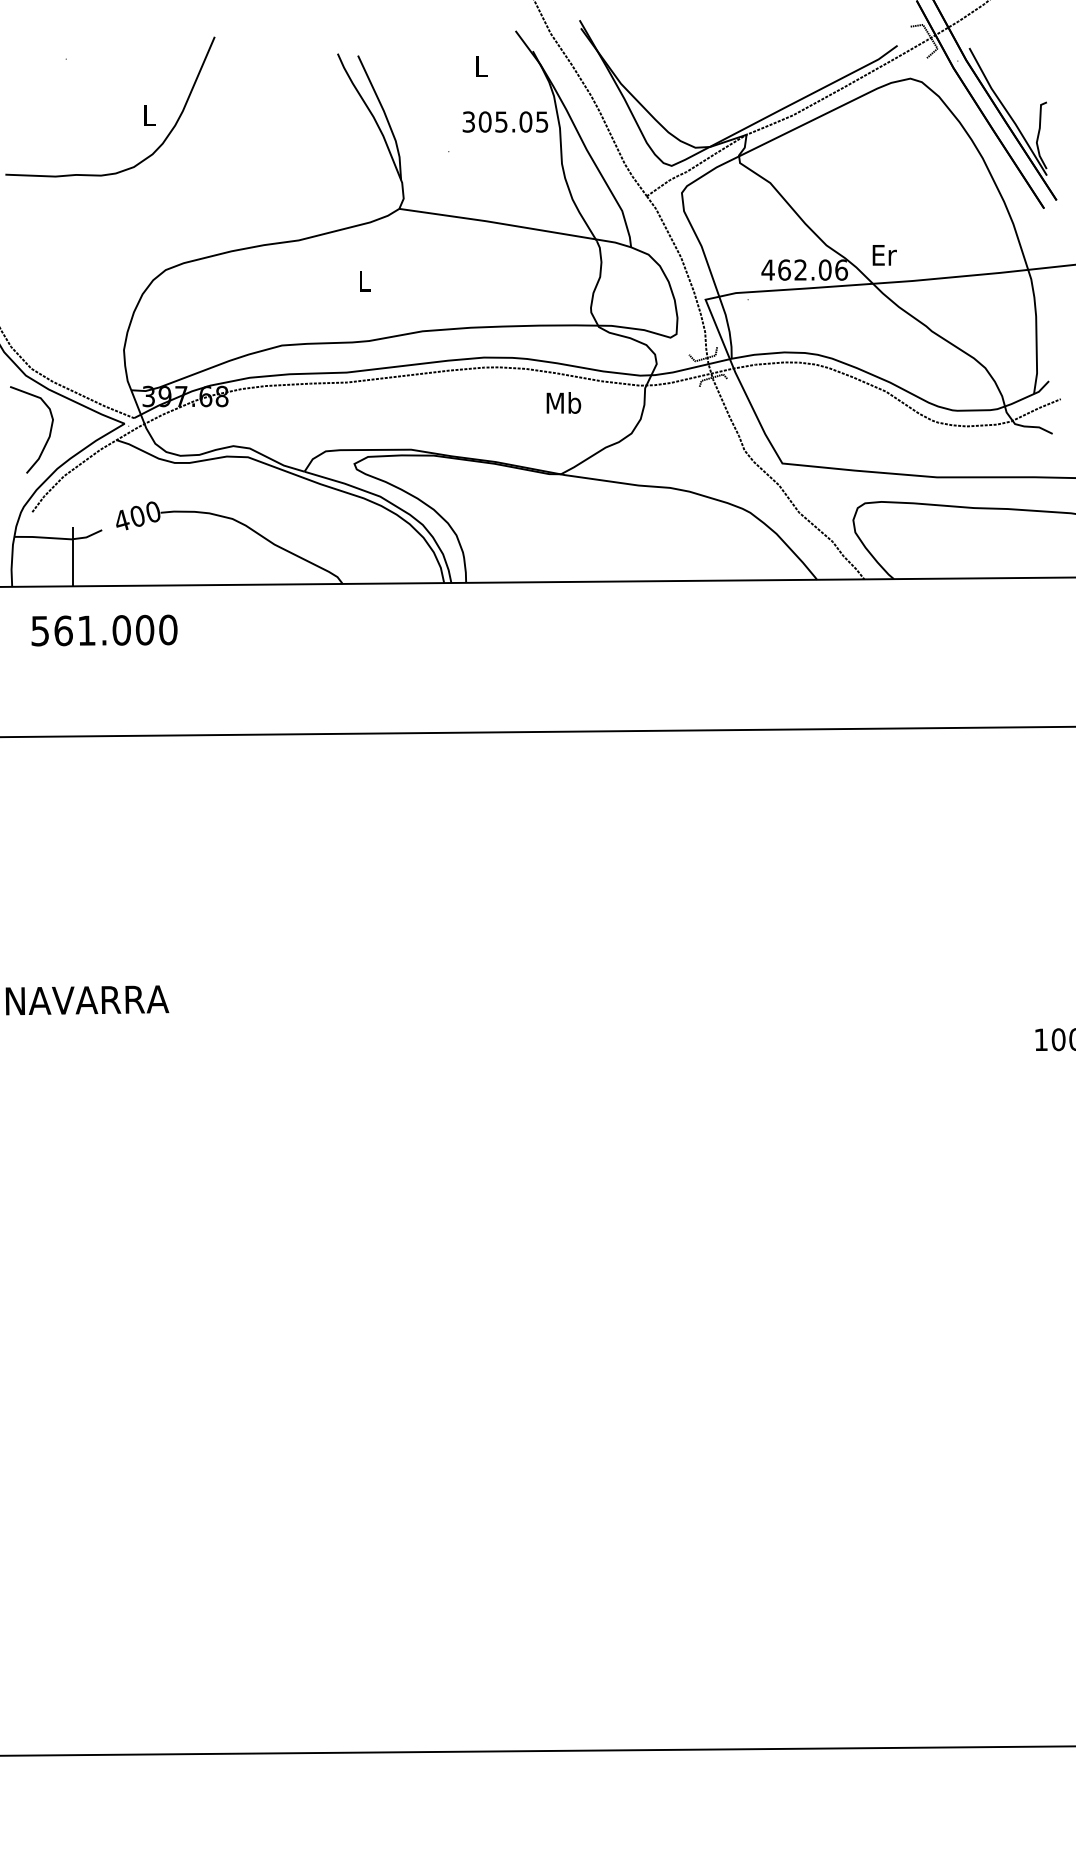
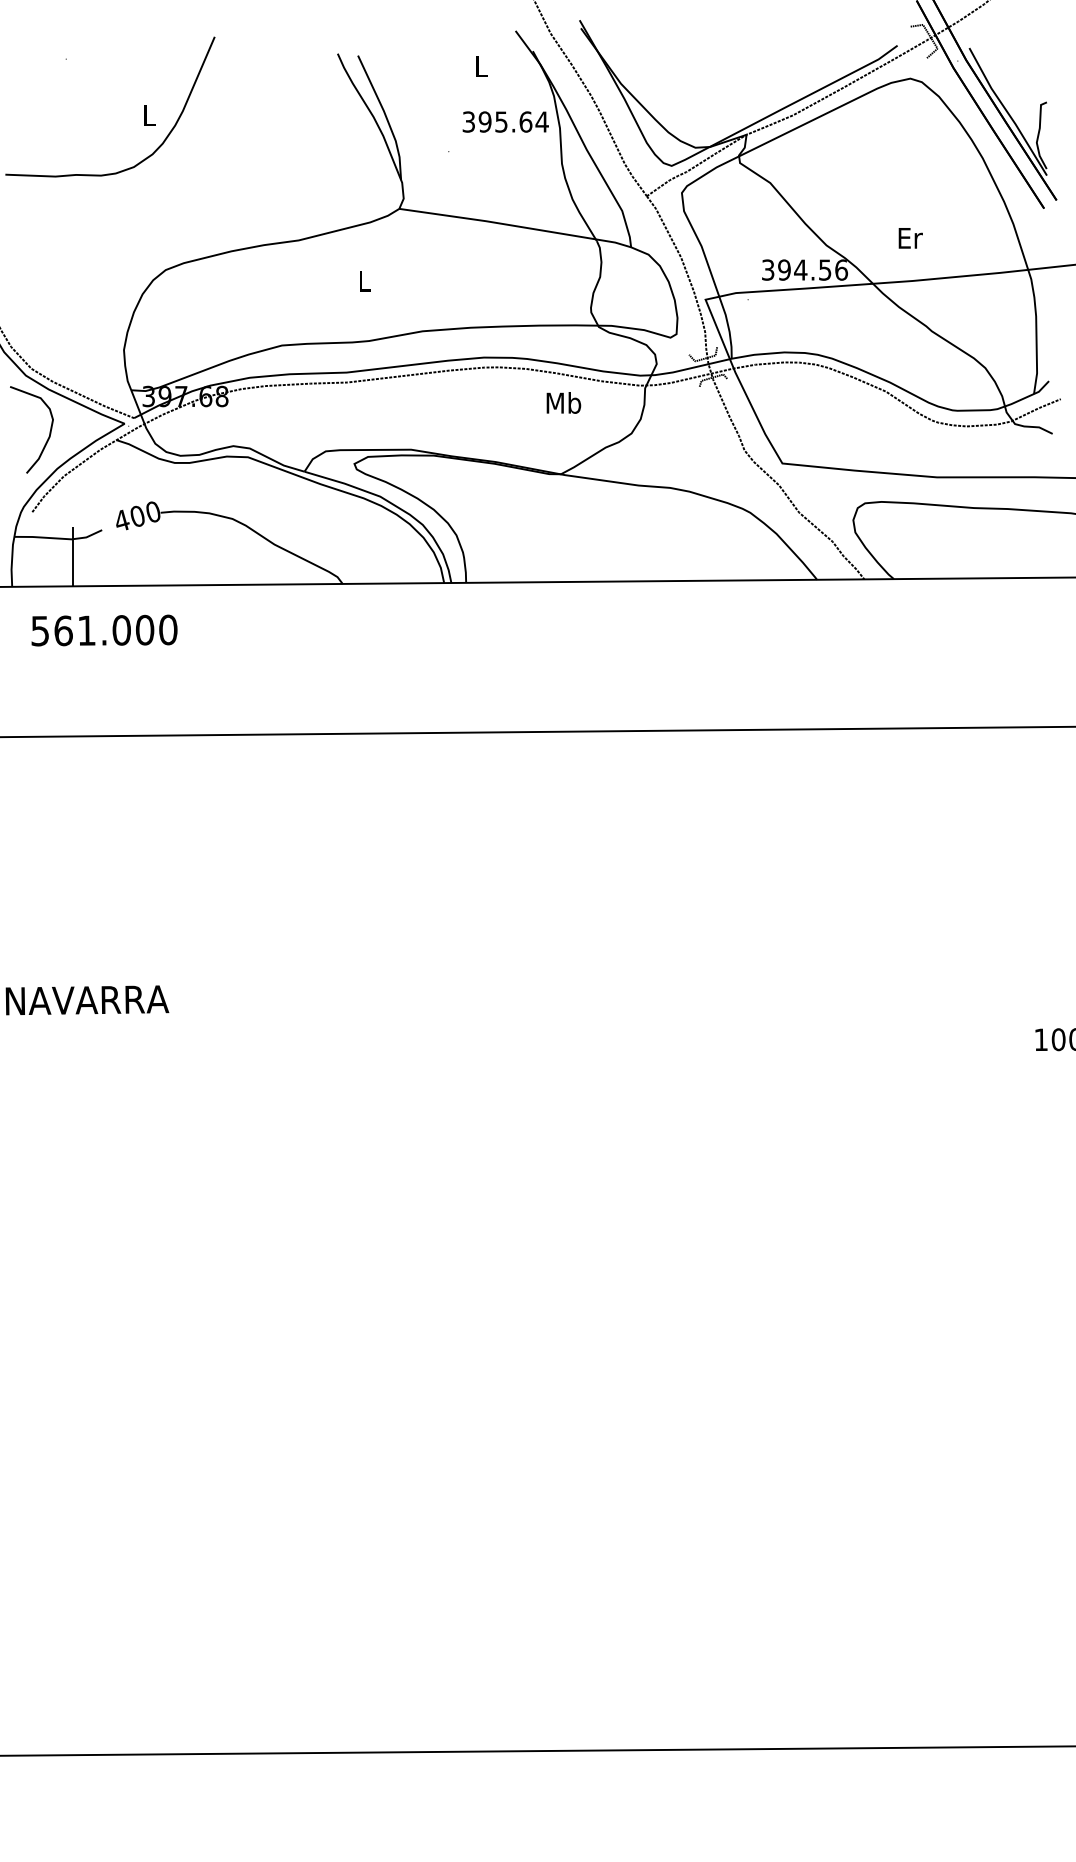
text at (513, 121): 305.05 -> 395.64
text at (884, 255) position: (884, 255) -> (910, 238)
text at (796, 269): 462.06 -> 394.56
